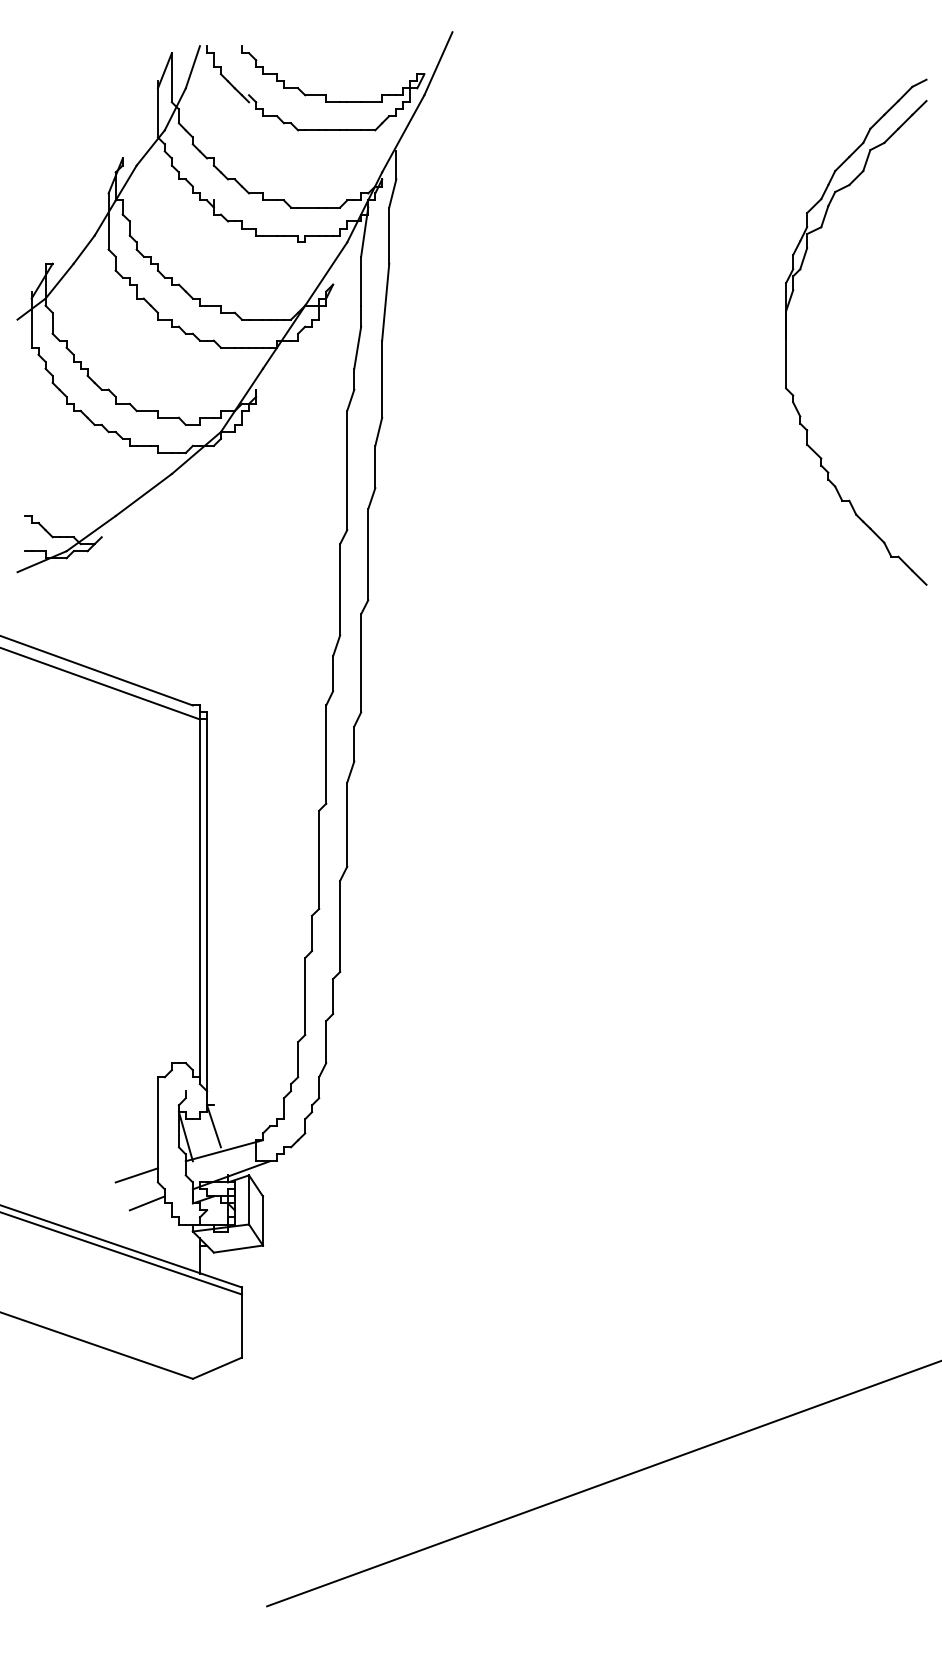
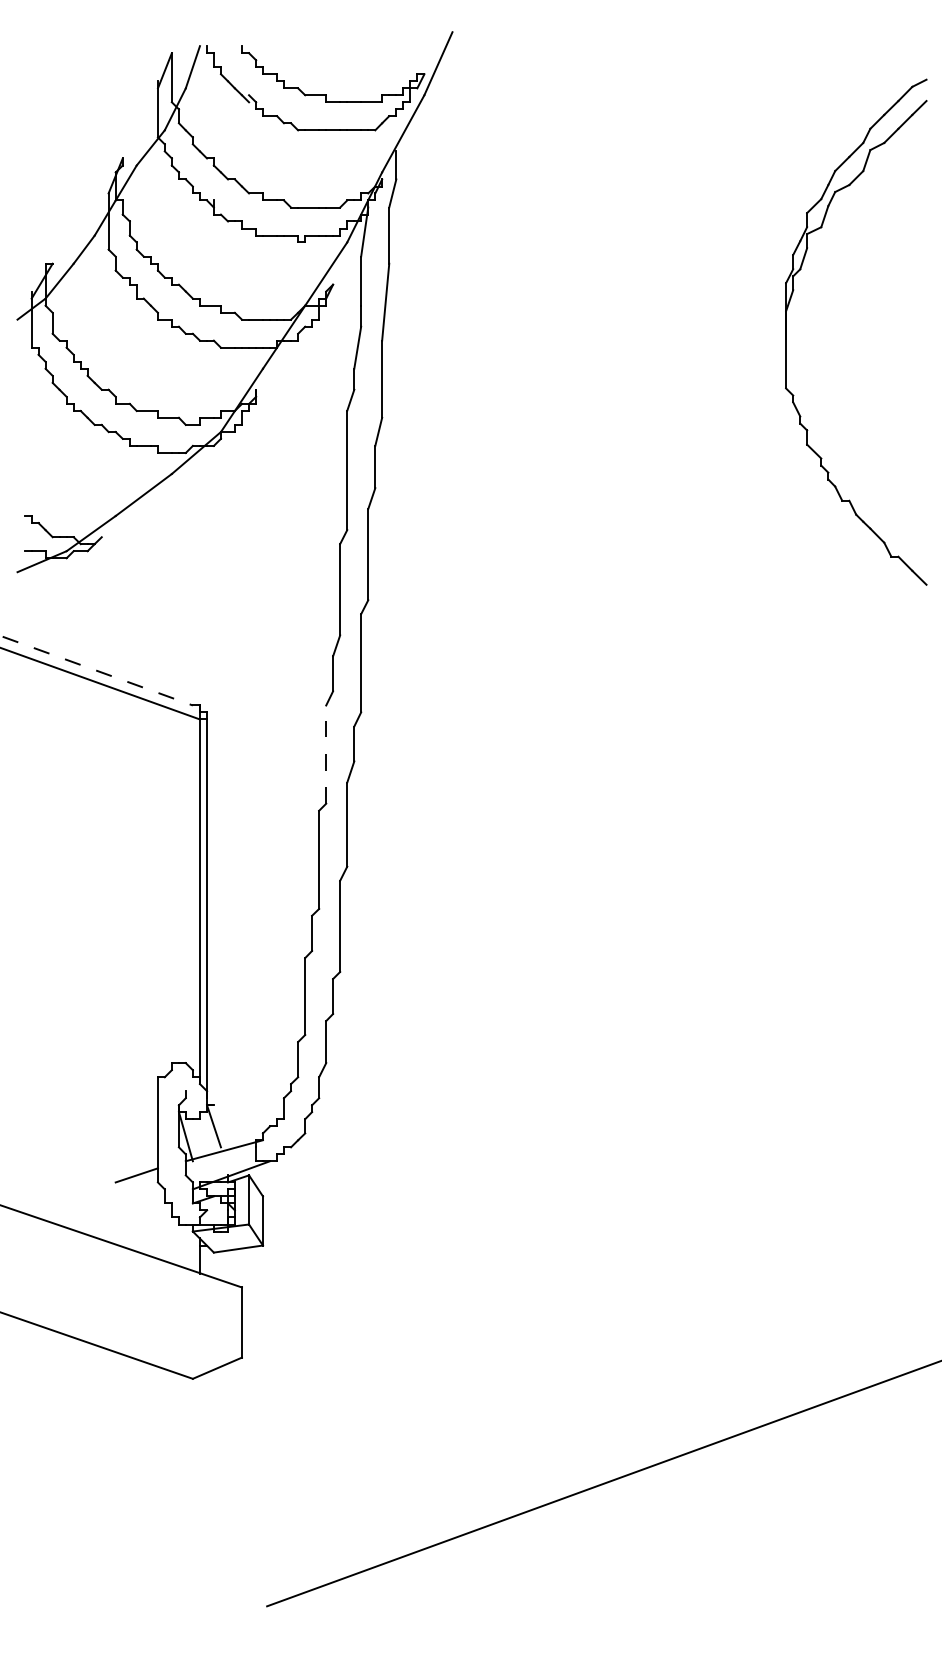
line at (97, 670): solid -> dashed
line at (326, 754): solid -> dashed
line at (146, 1203): present -> none
line at (121, 1253): present -> none
